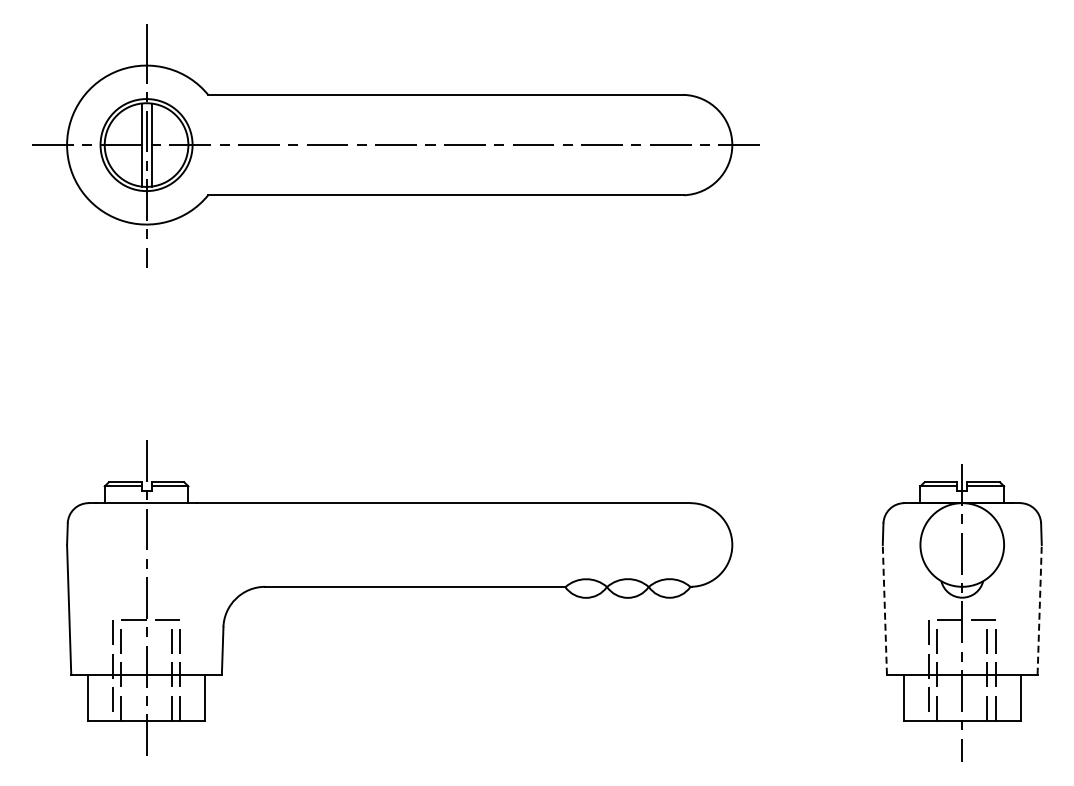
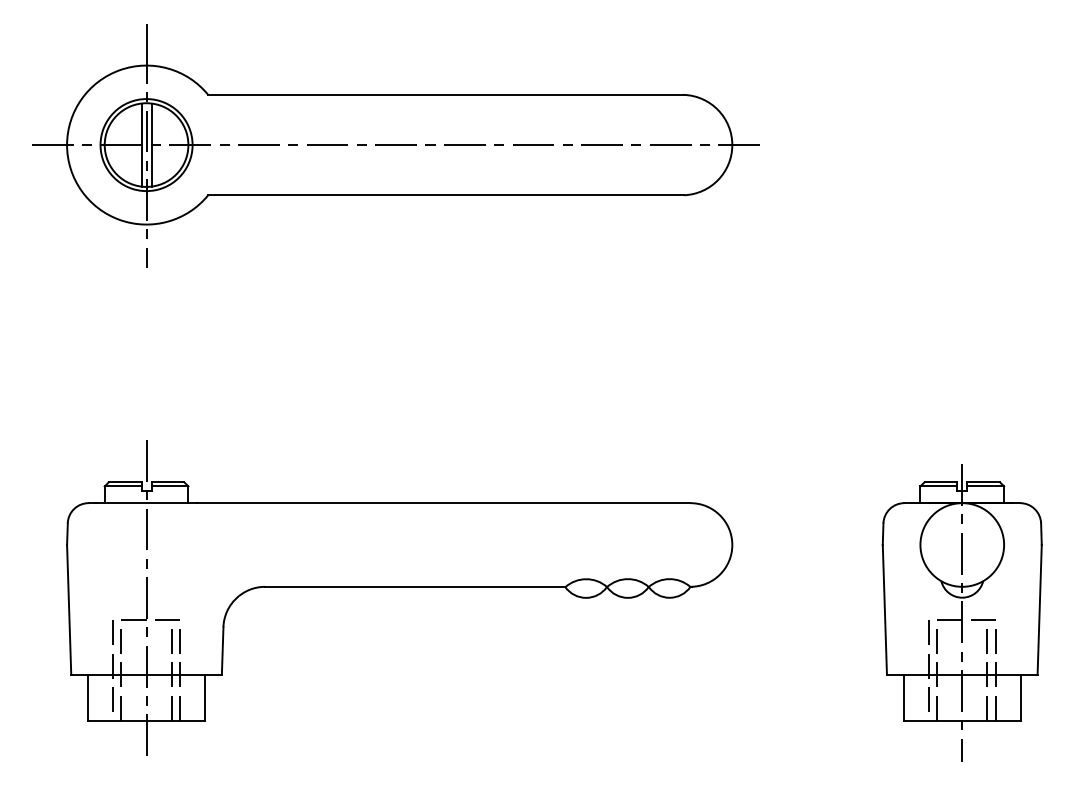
line at (884, 609): dashed -> solid
line at (1039, 609): dashed -> solid
